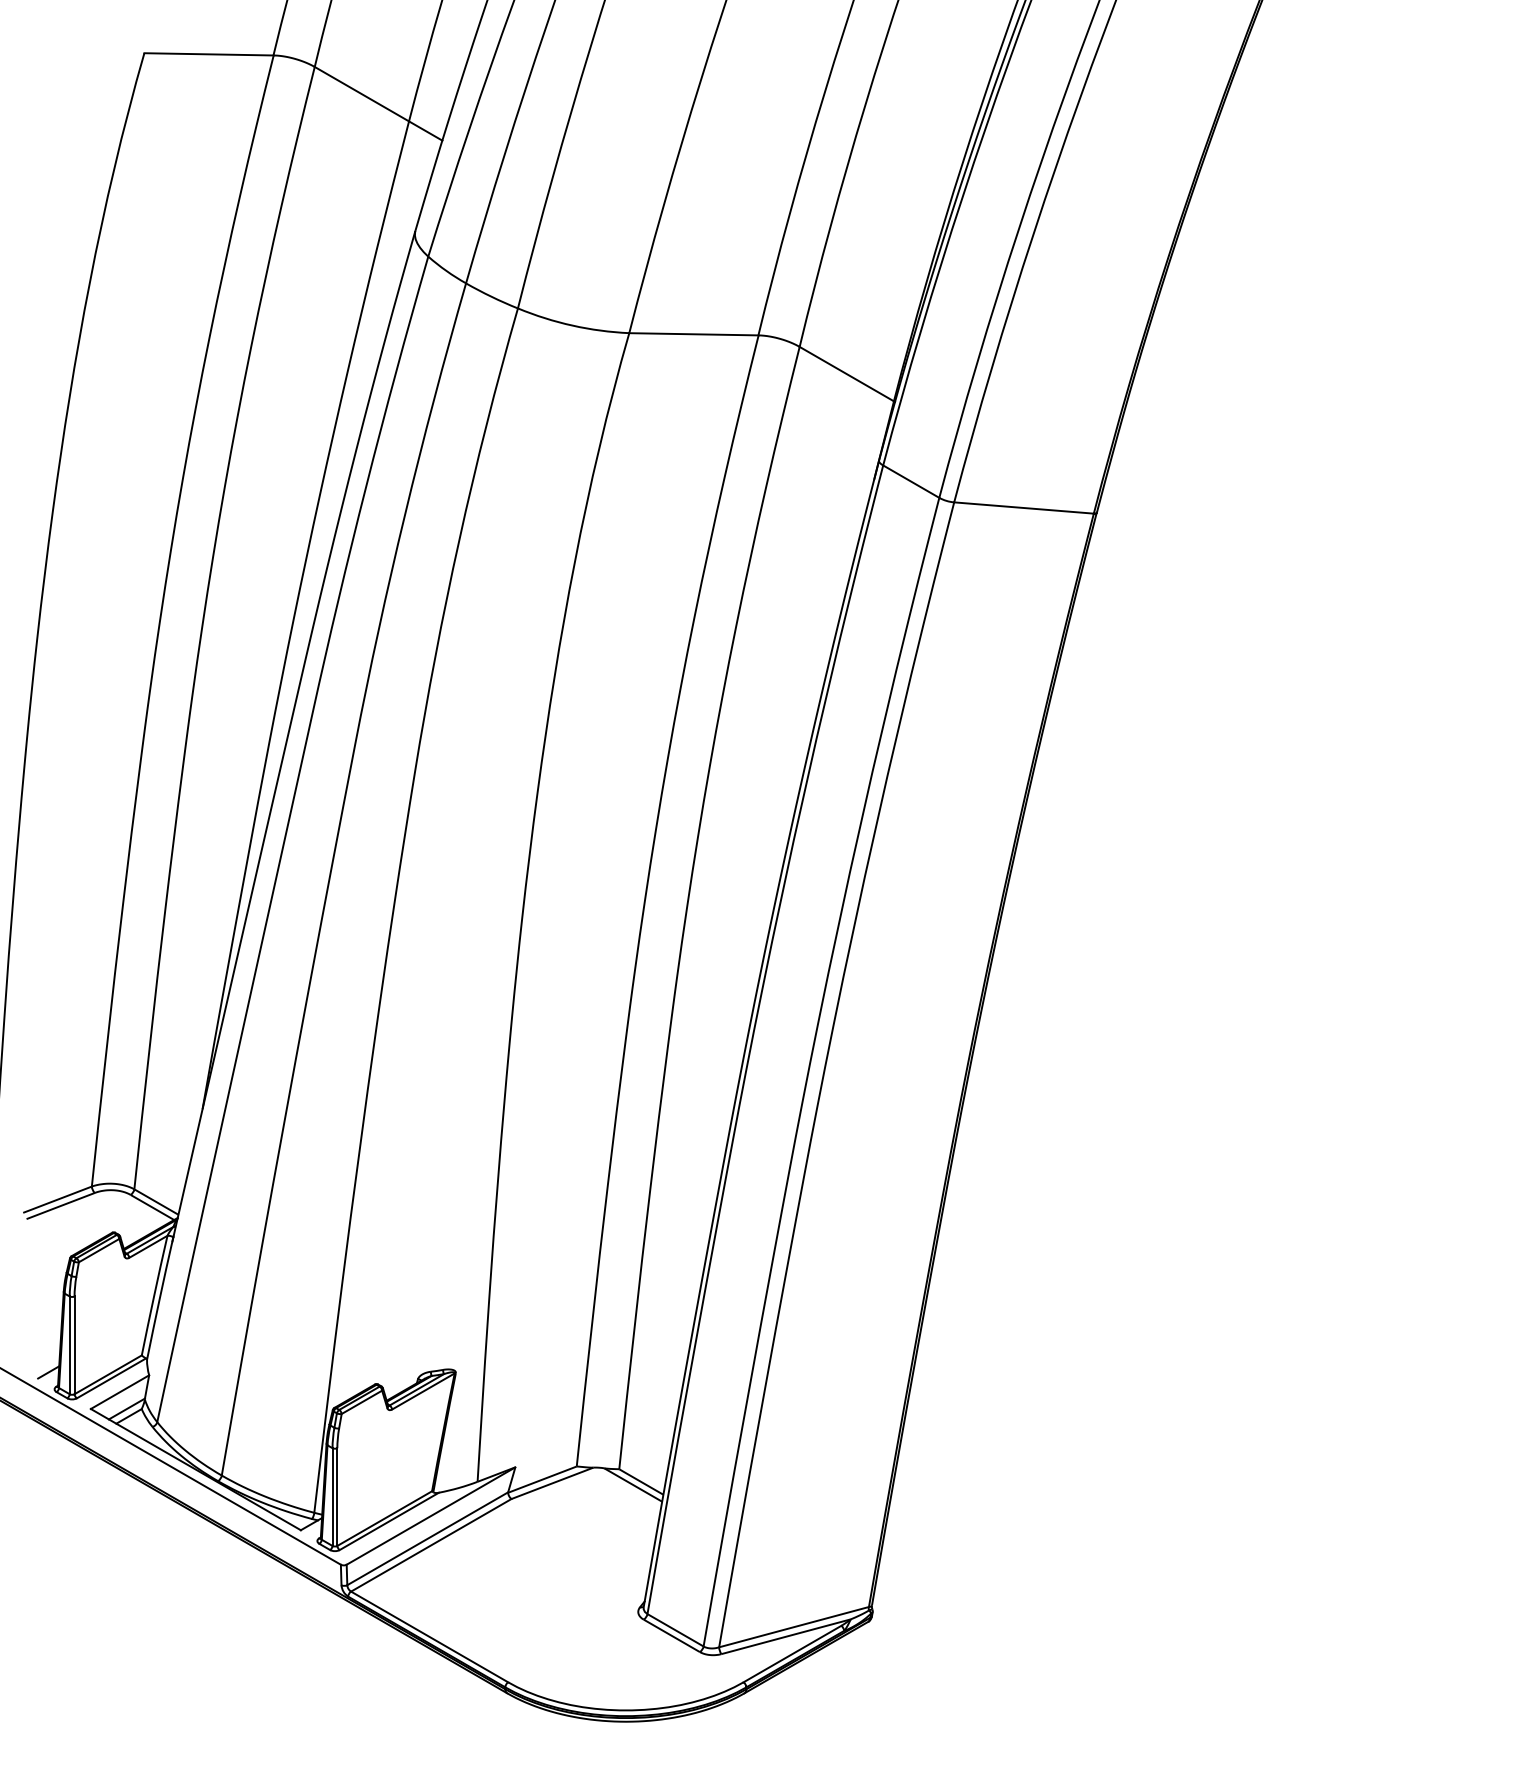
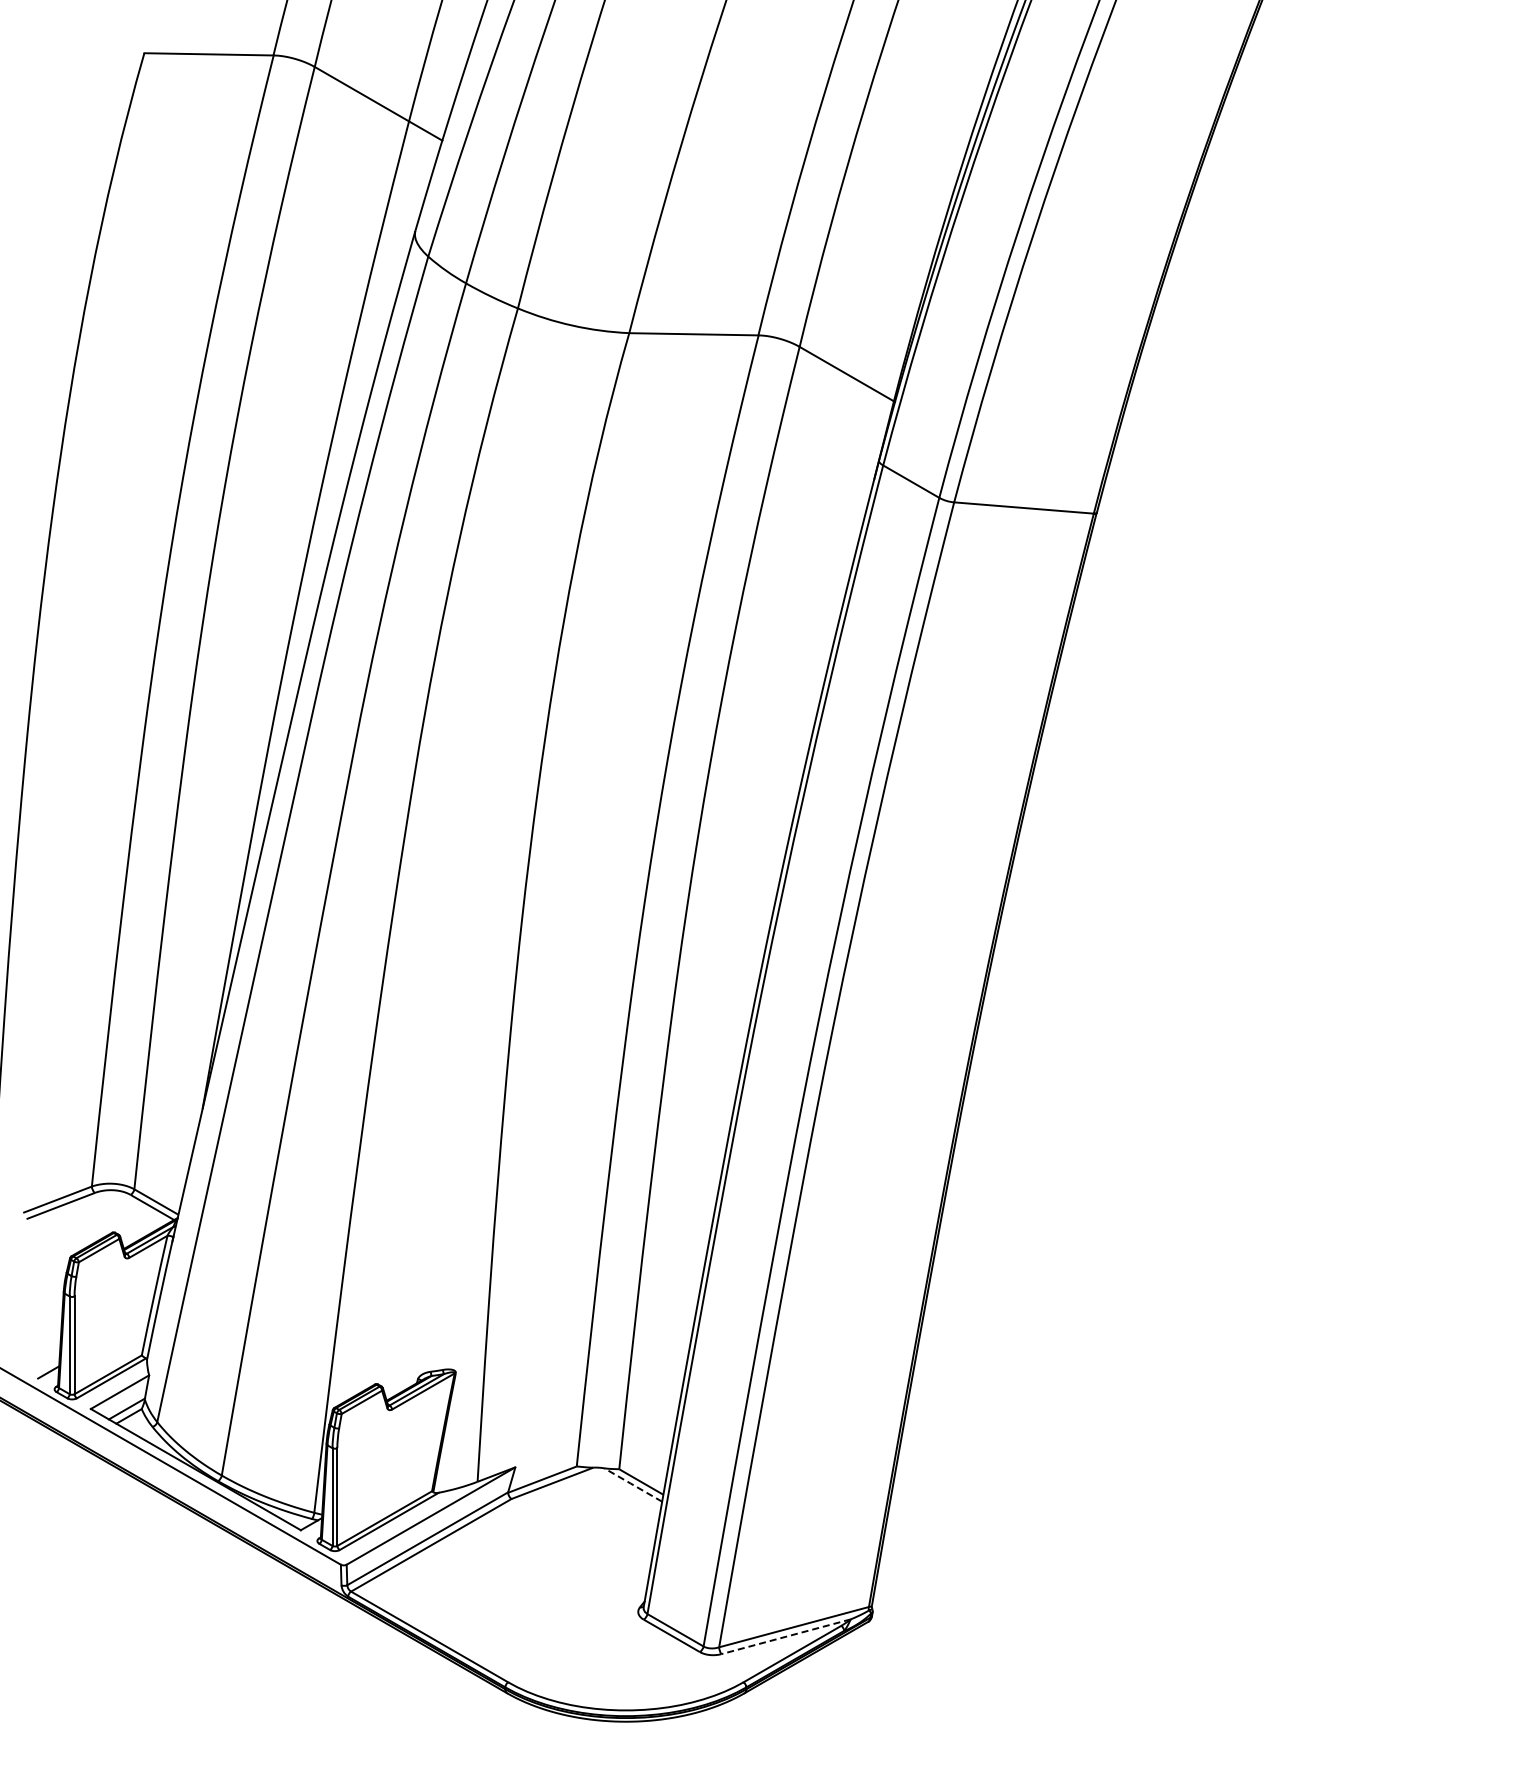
line at (632, 1484): solid -> dashed
line at (786, 1636): solid -> dashed
